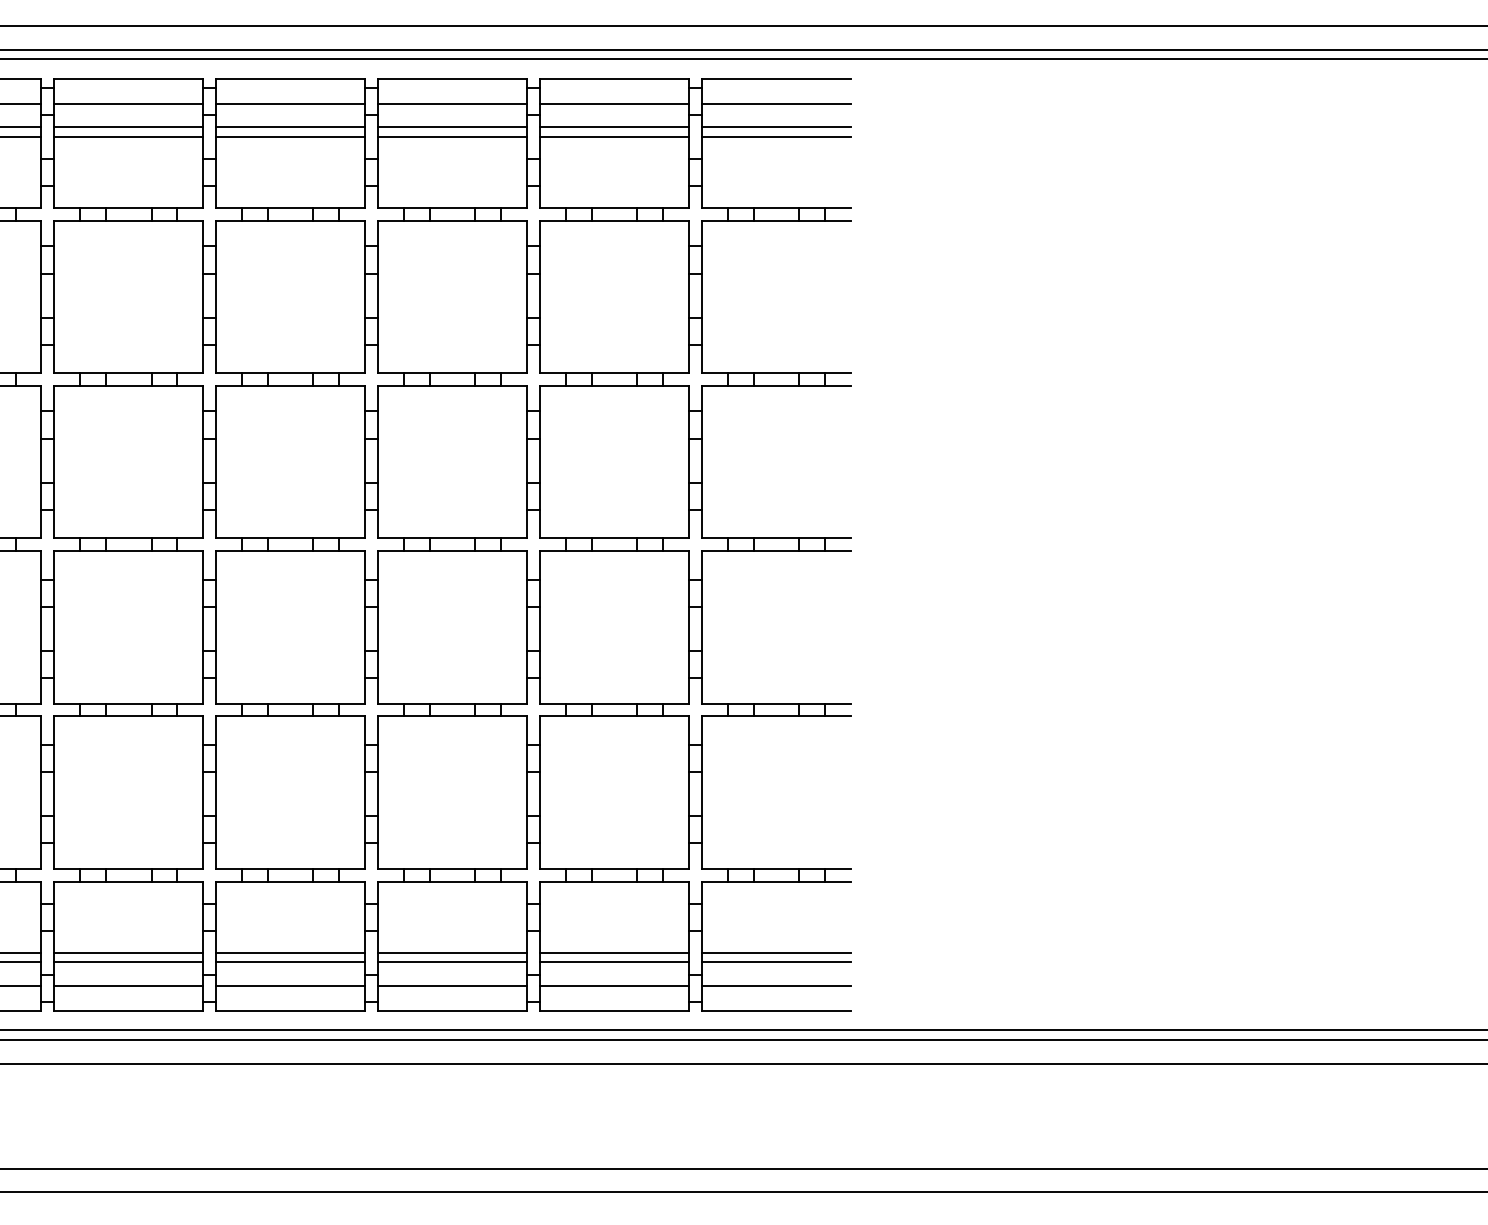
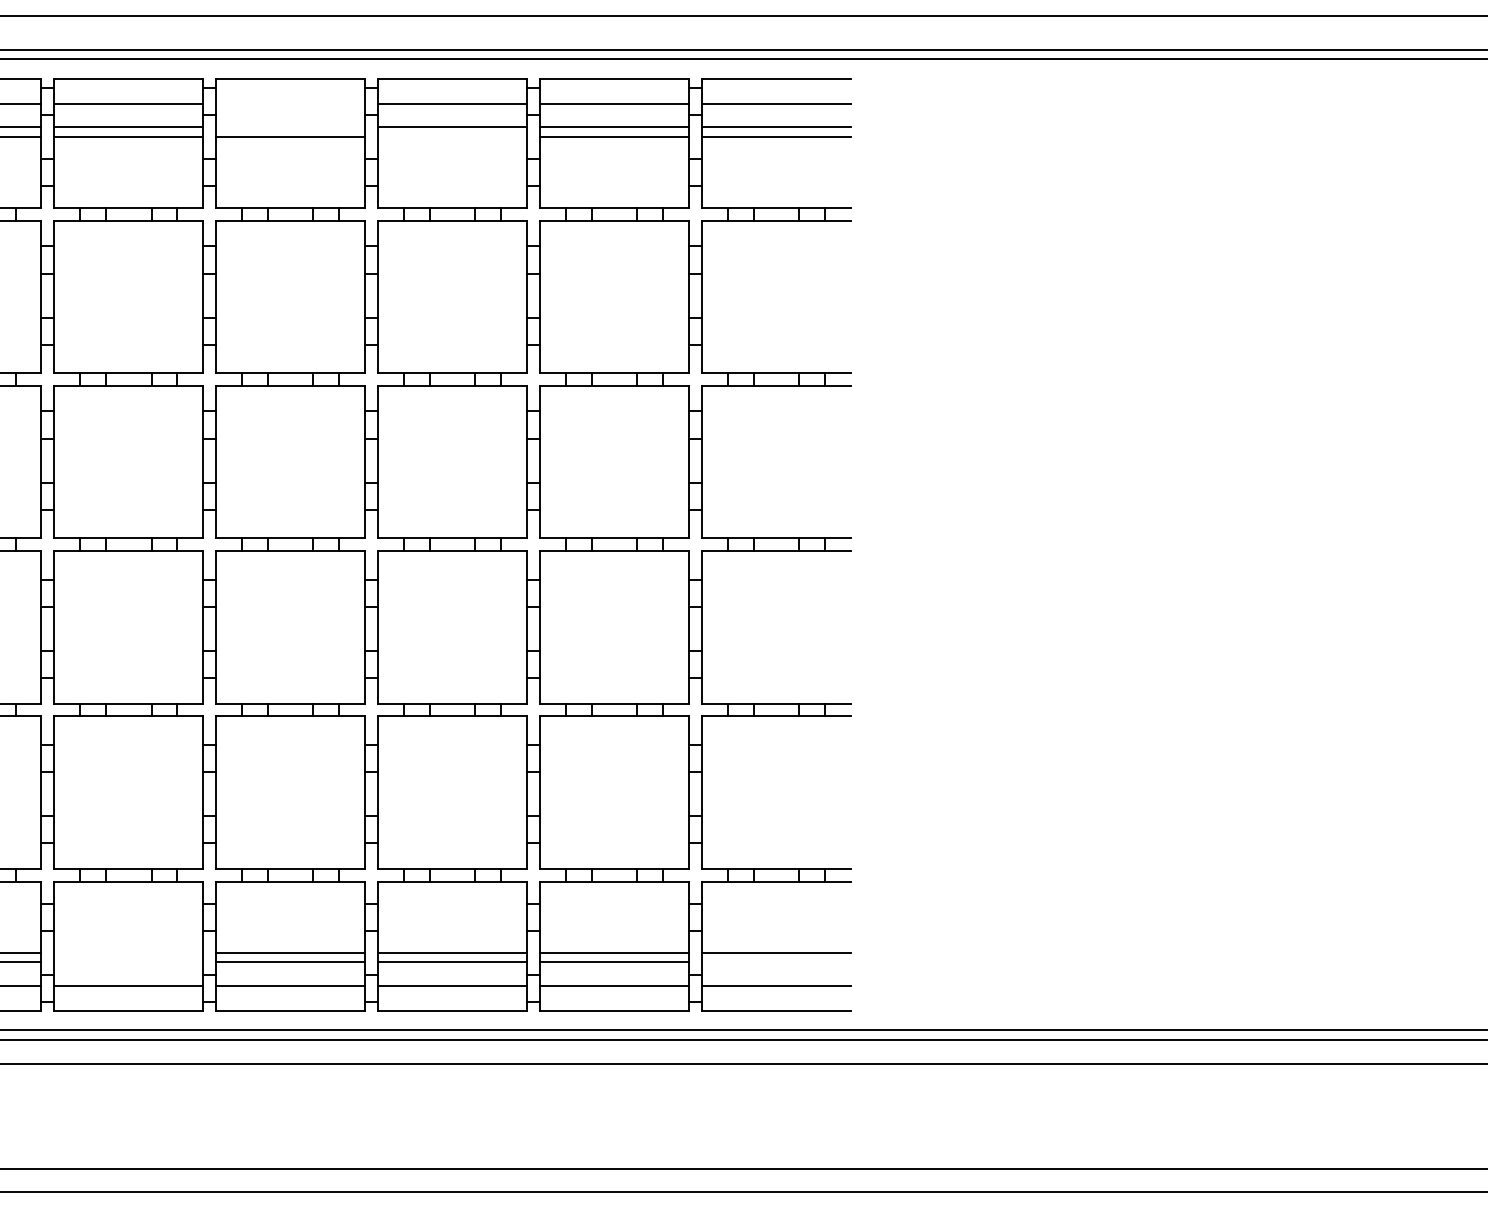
line at (743, 26) position: (743, 26) -> (743, 16)
line at (290, 103): present -> none
line at (290, 127): present -> none
line at (452, 136): present -> none
line at (128, 952): present -> none
line at (128, 962): present -> none
line at (775, 962): present -> none
